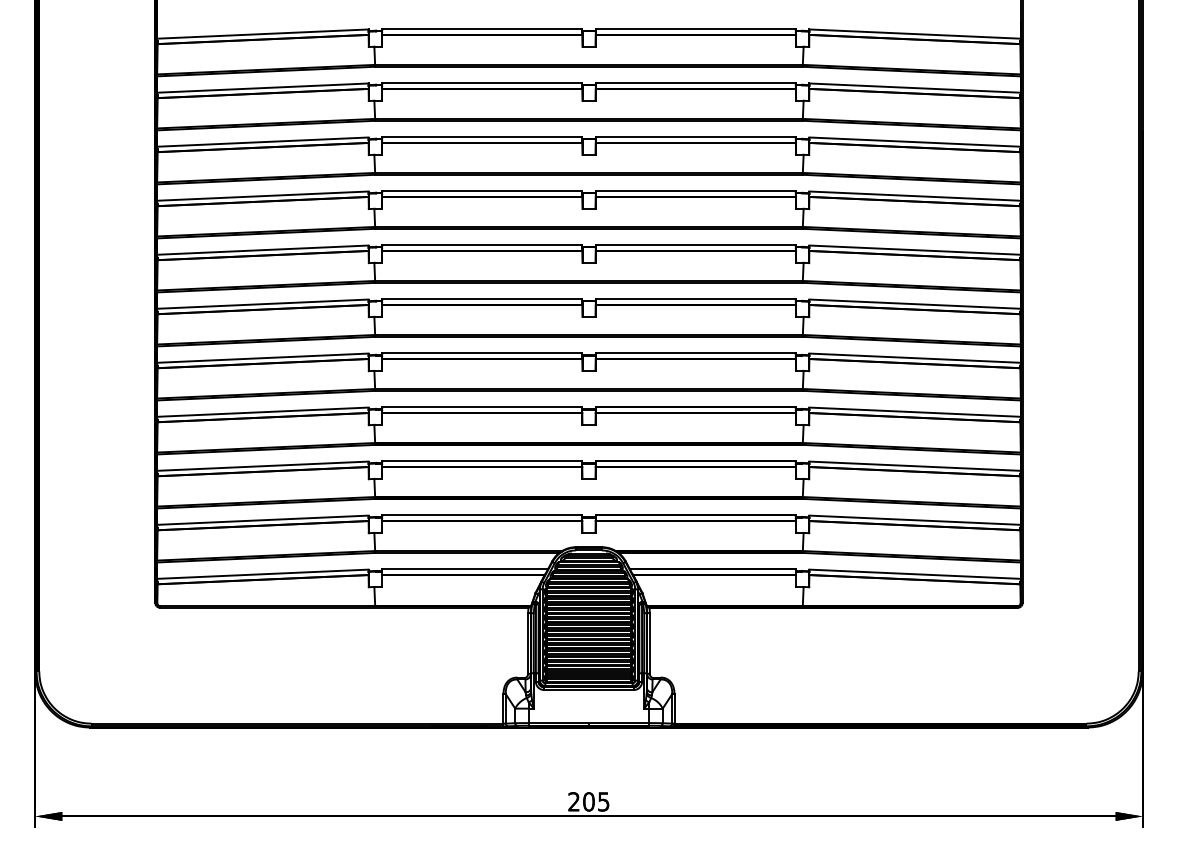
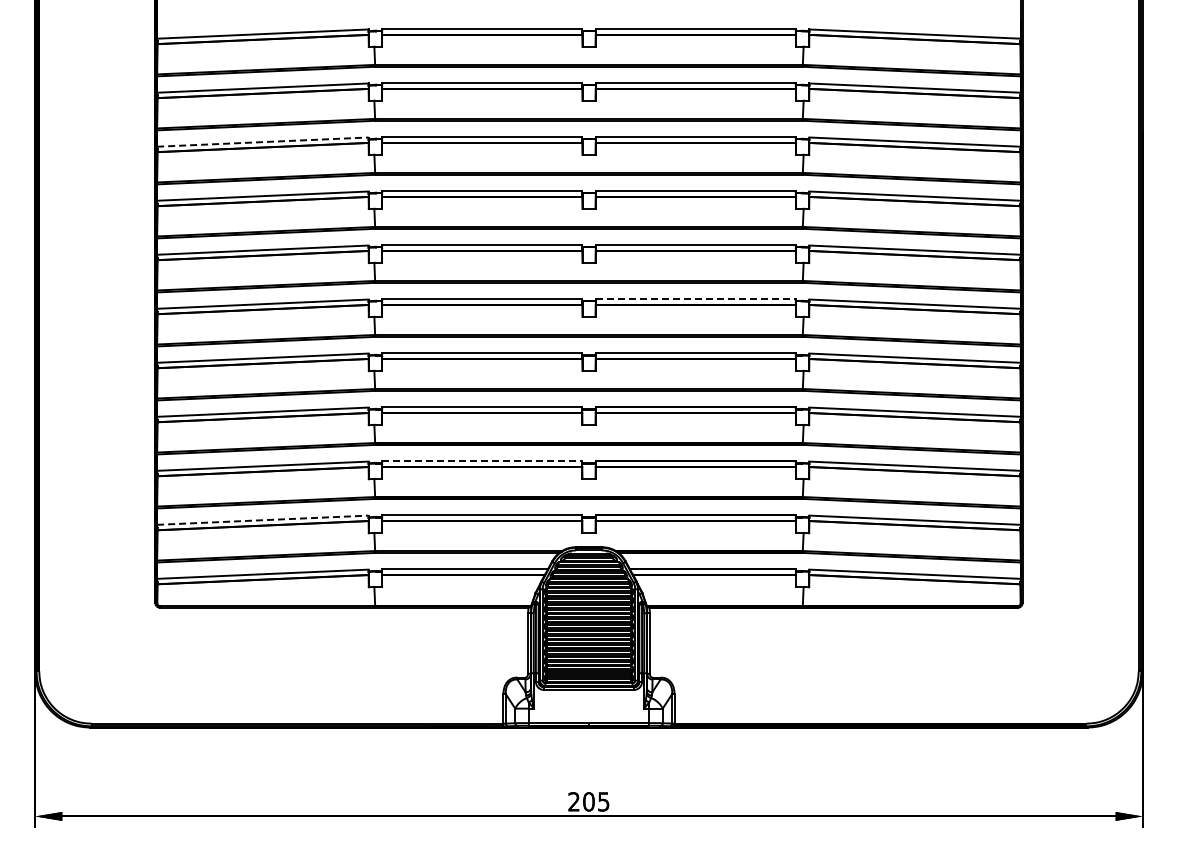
line at (262, 142): solid -> dashed
line at (696, 299): solid -> dashed
line at (482, 461): solid -> dashed
line at (262, 520): solid -> dashed
